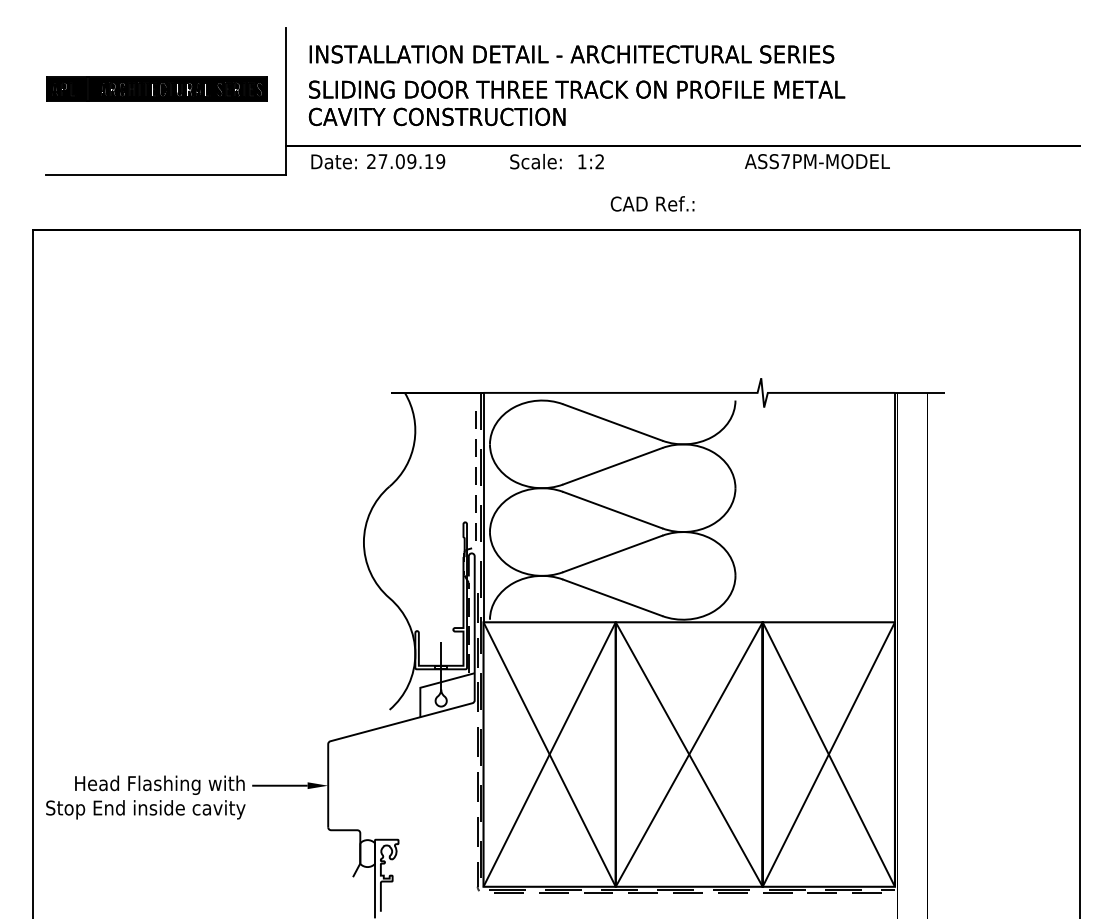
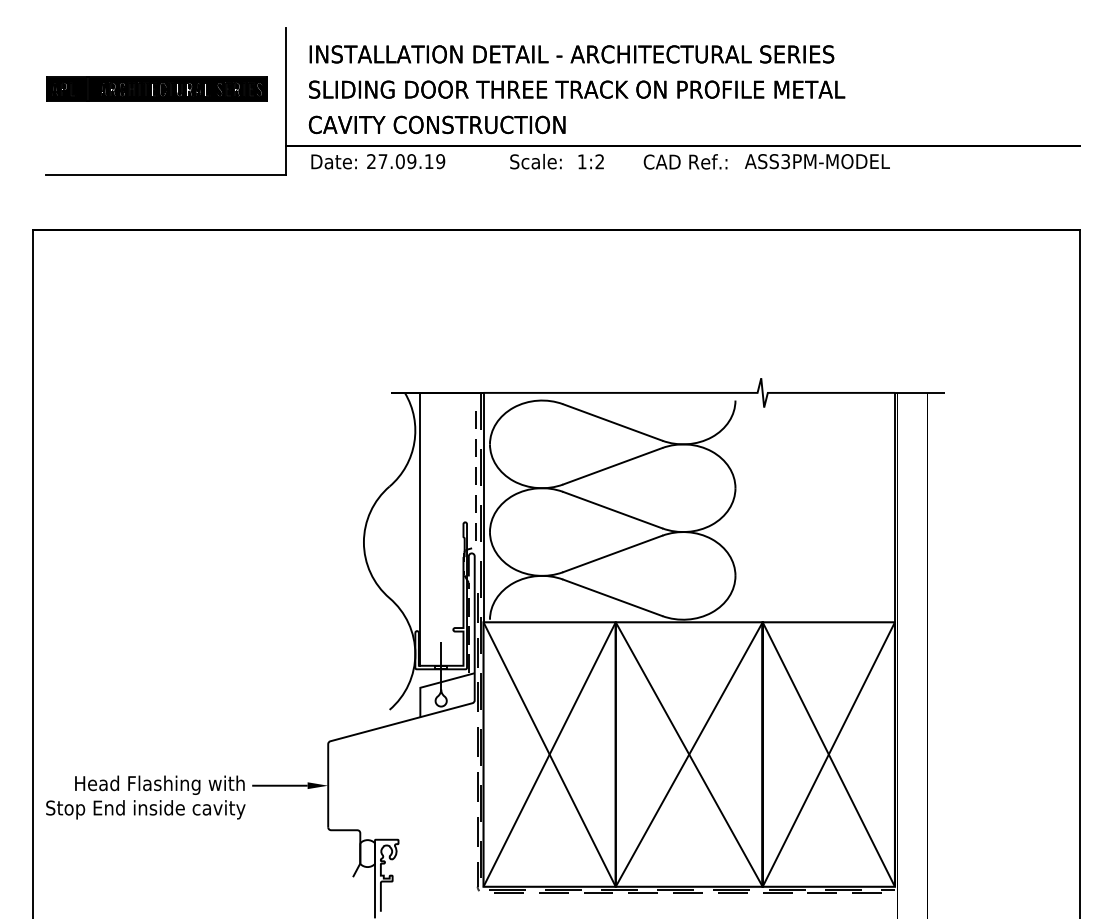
text at (436, 116) position: (436, 116) -> (436, 124)
text at (785, 161): ASS7PM-MODEL -> ASS3PM-MODEL
text at (652, 203) position: (652, 203) -> (685, 161)
line at (420, 528): none -> present
